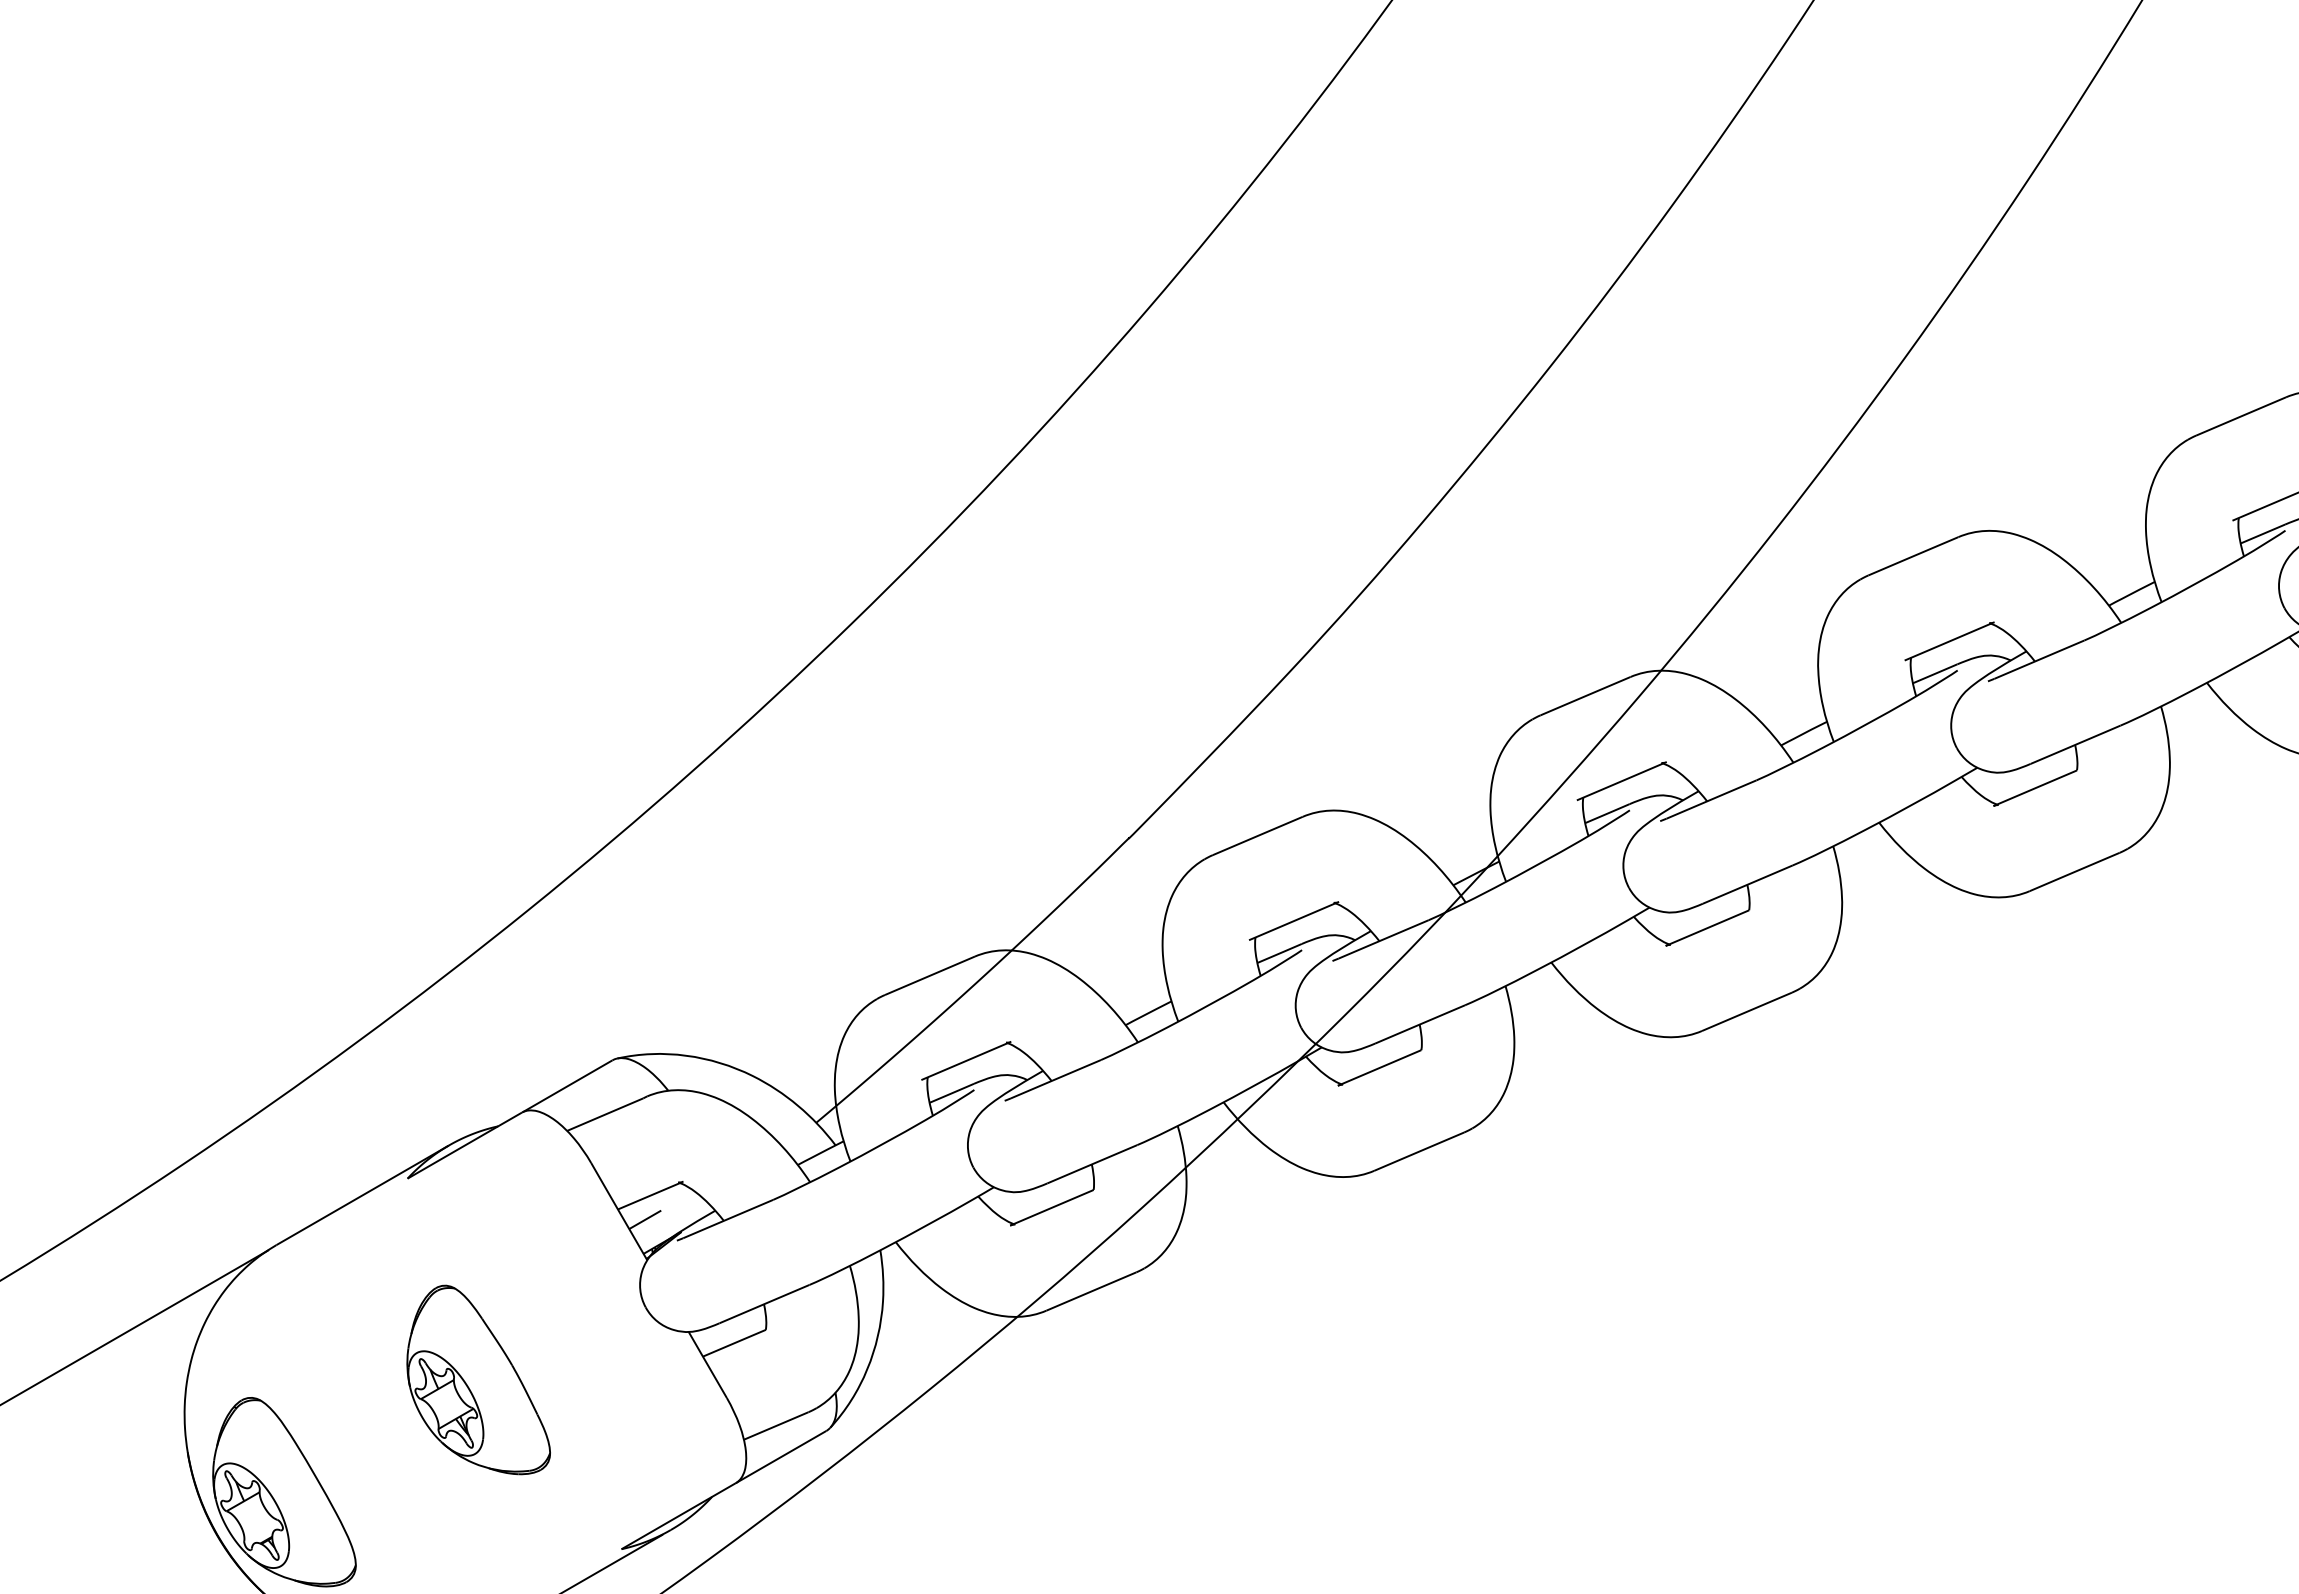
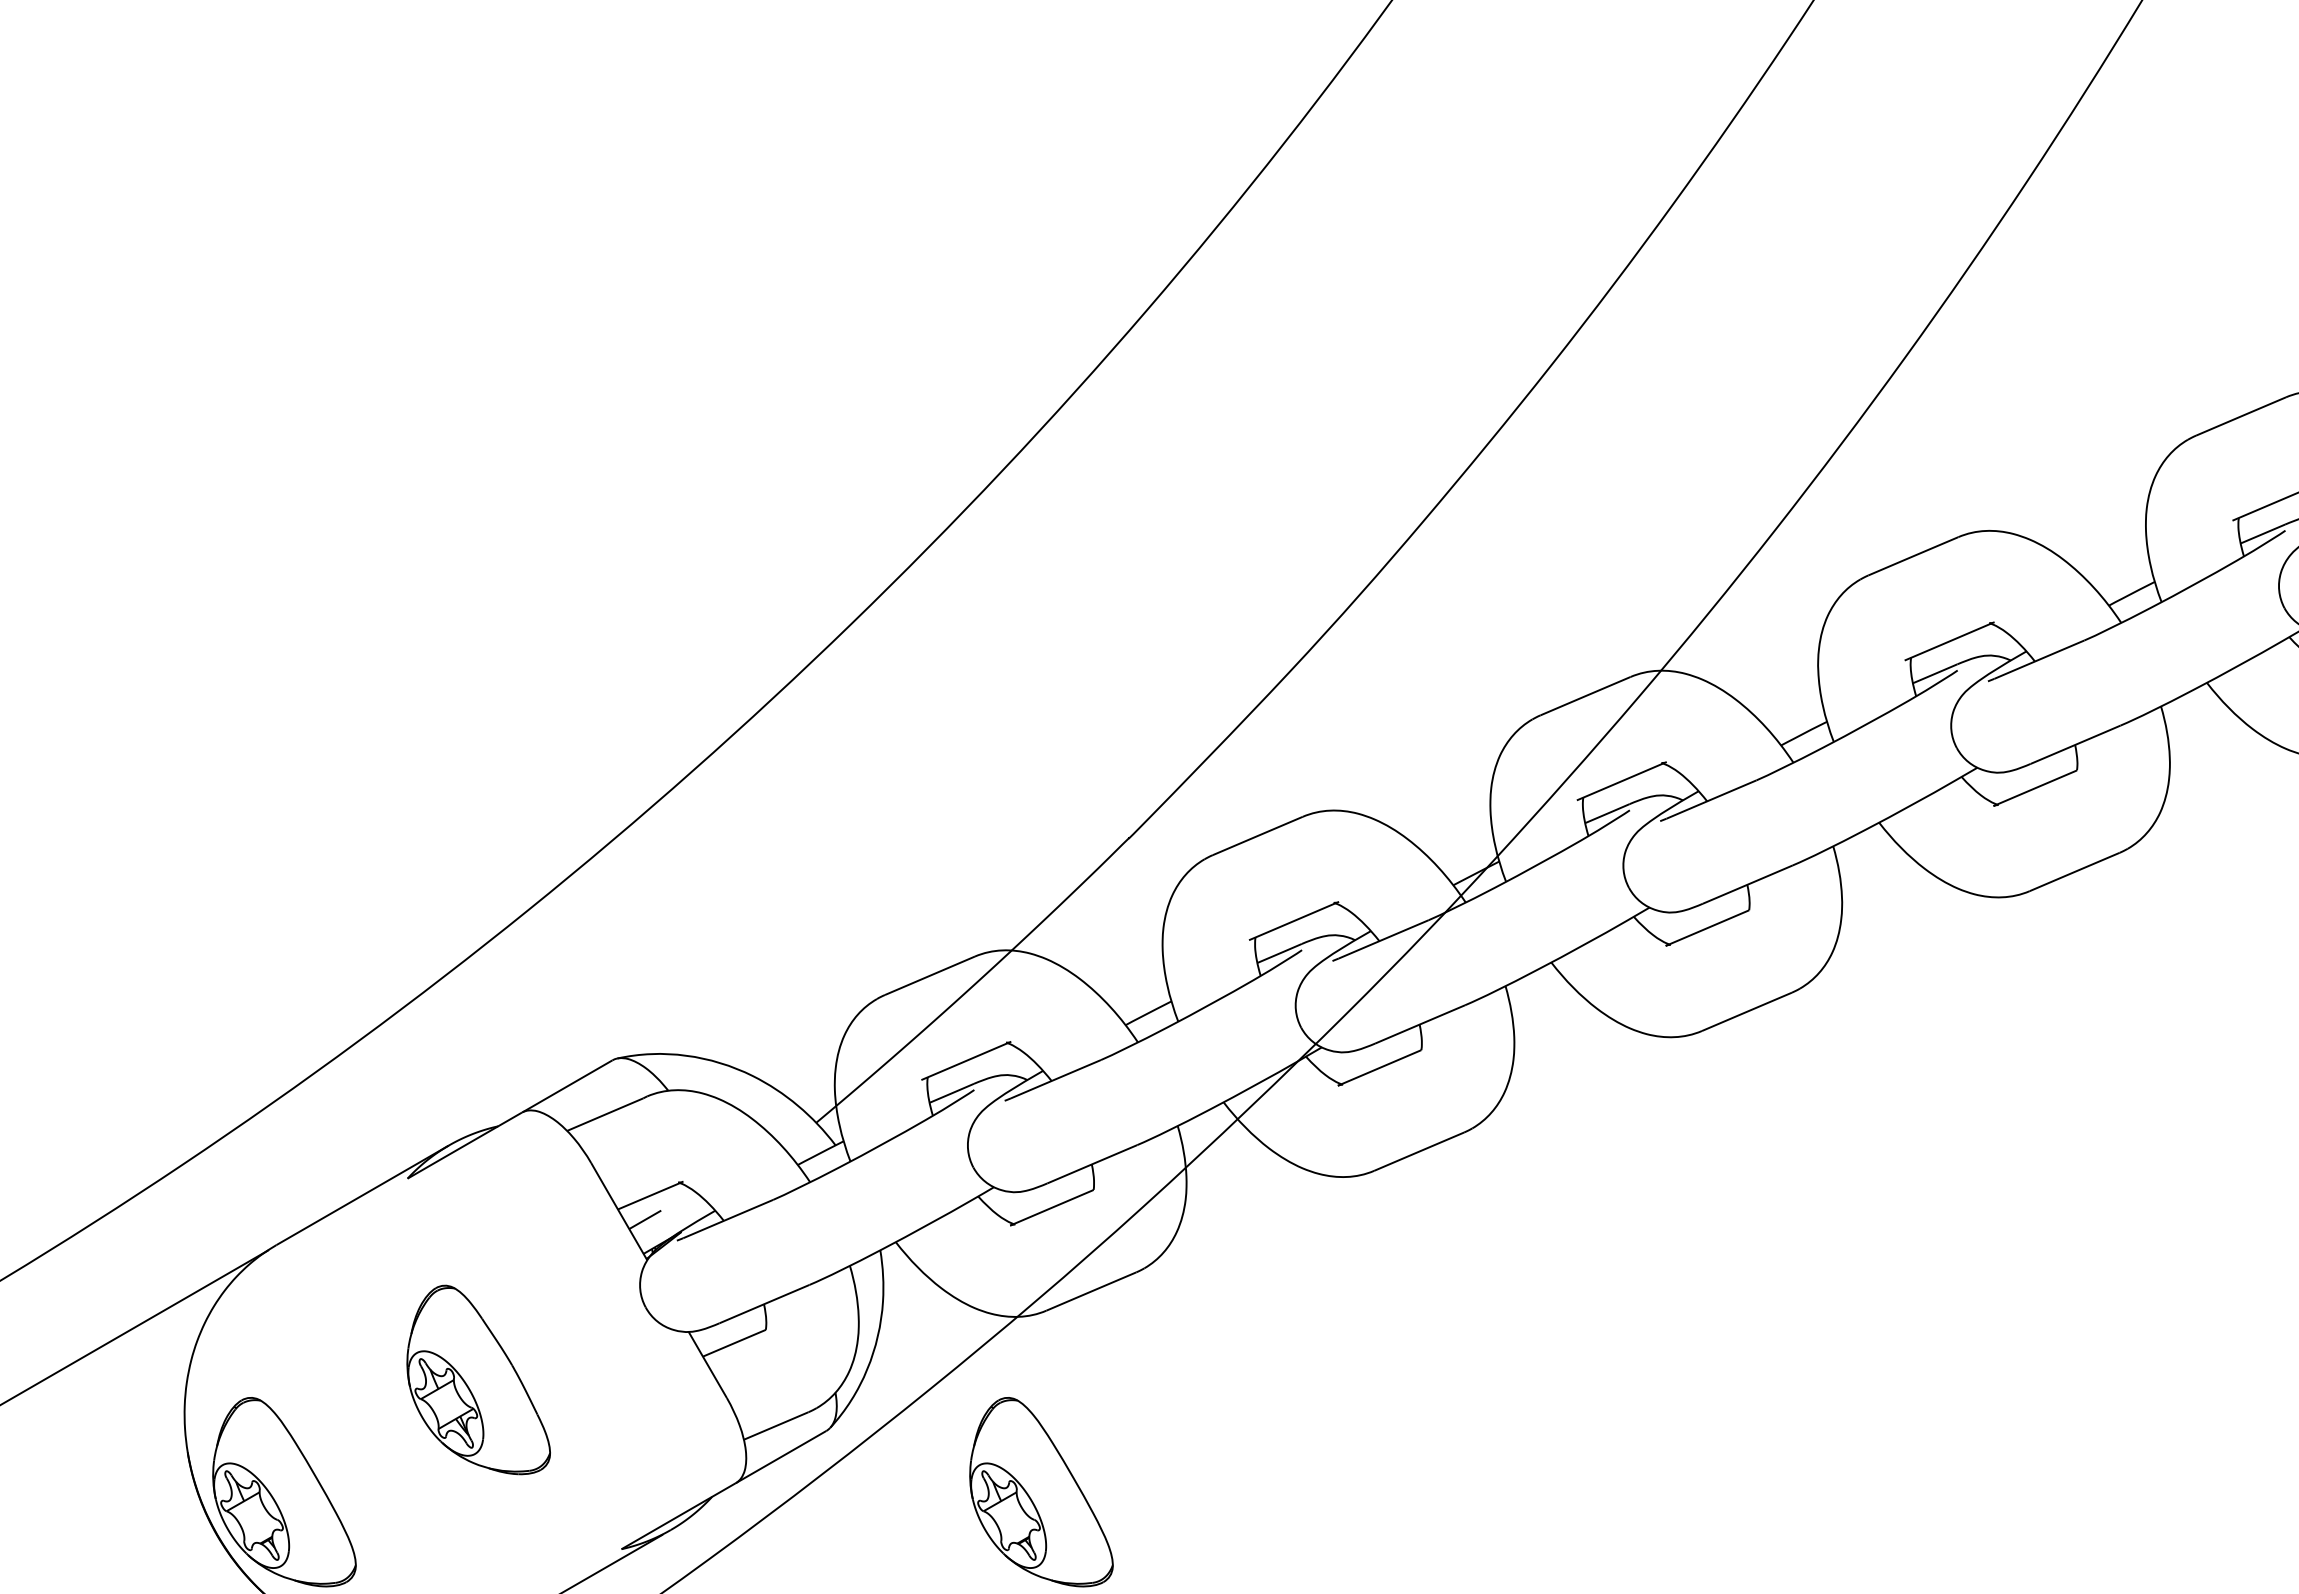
part at (1041, 1492): none -> present
